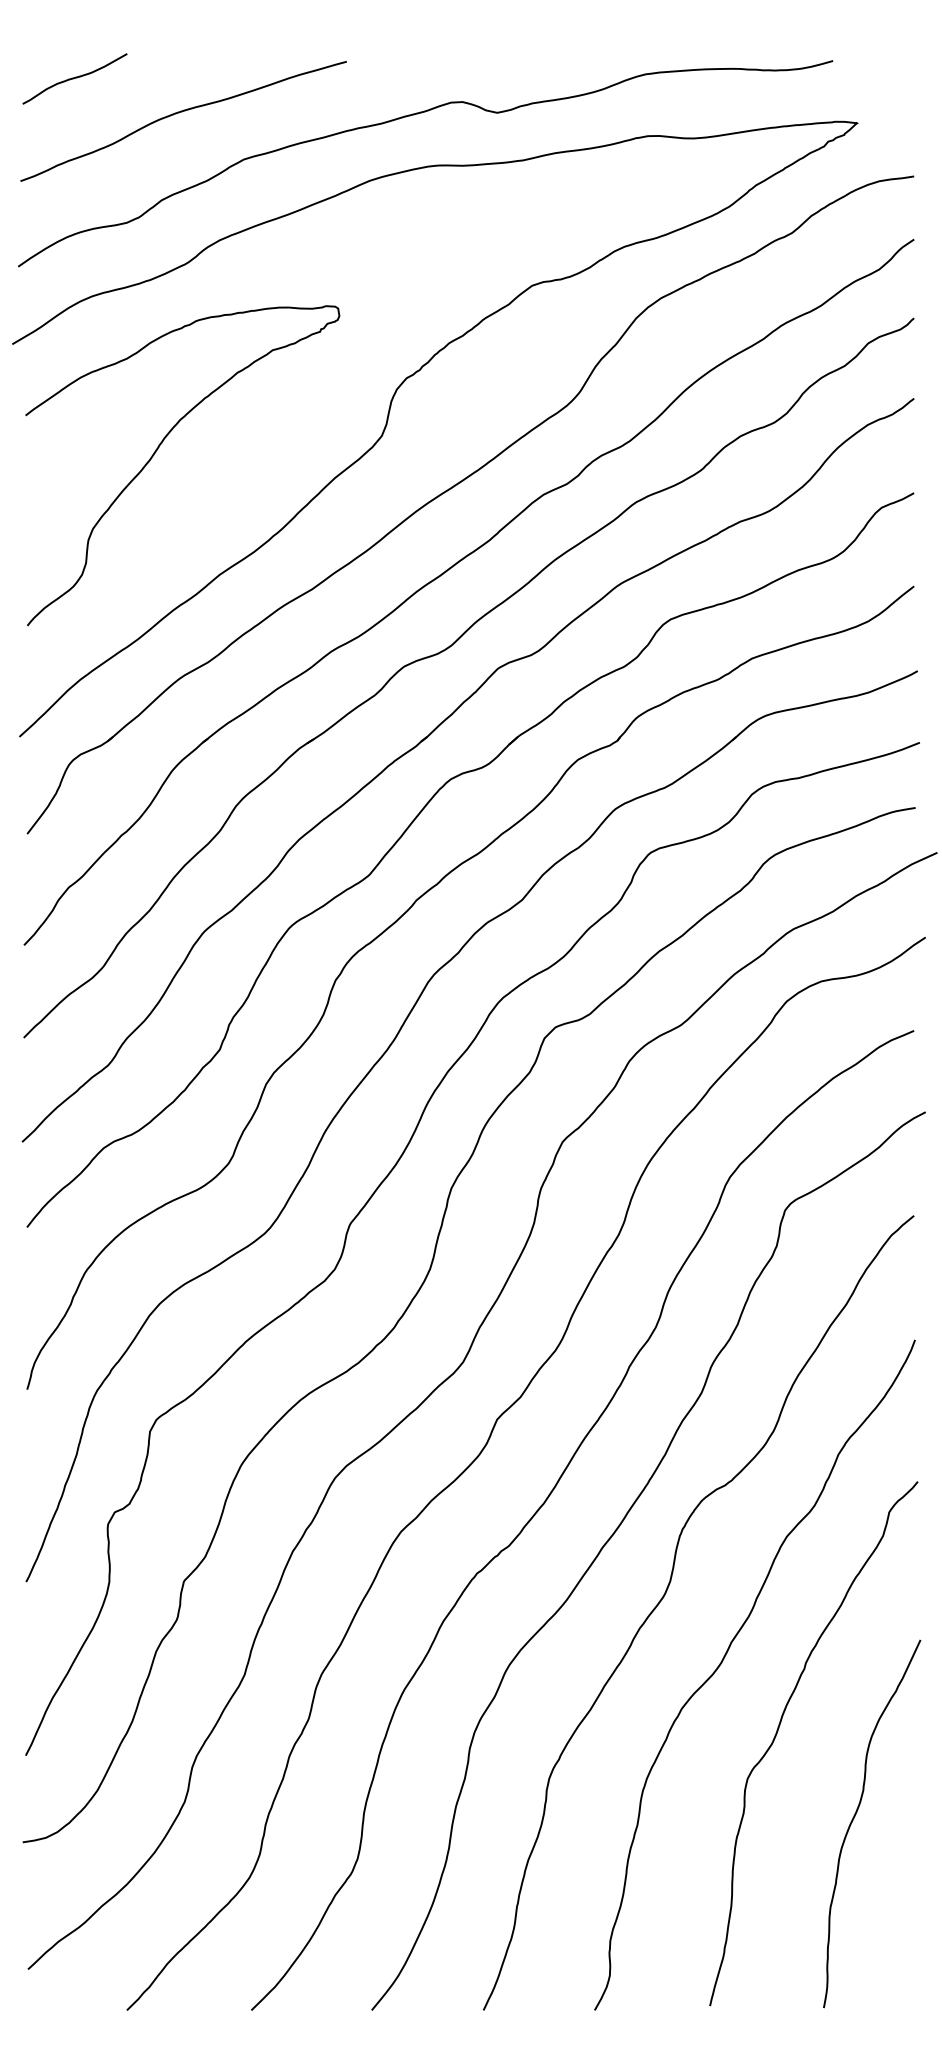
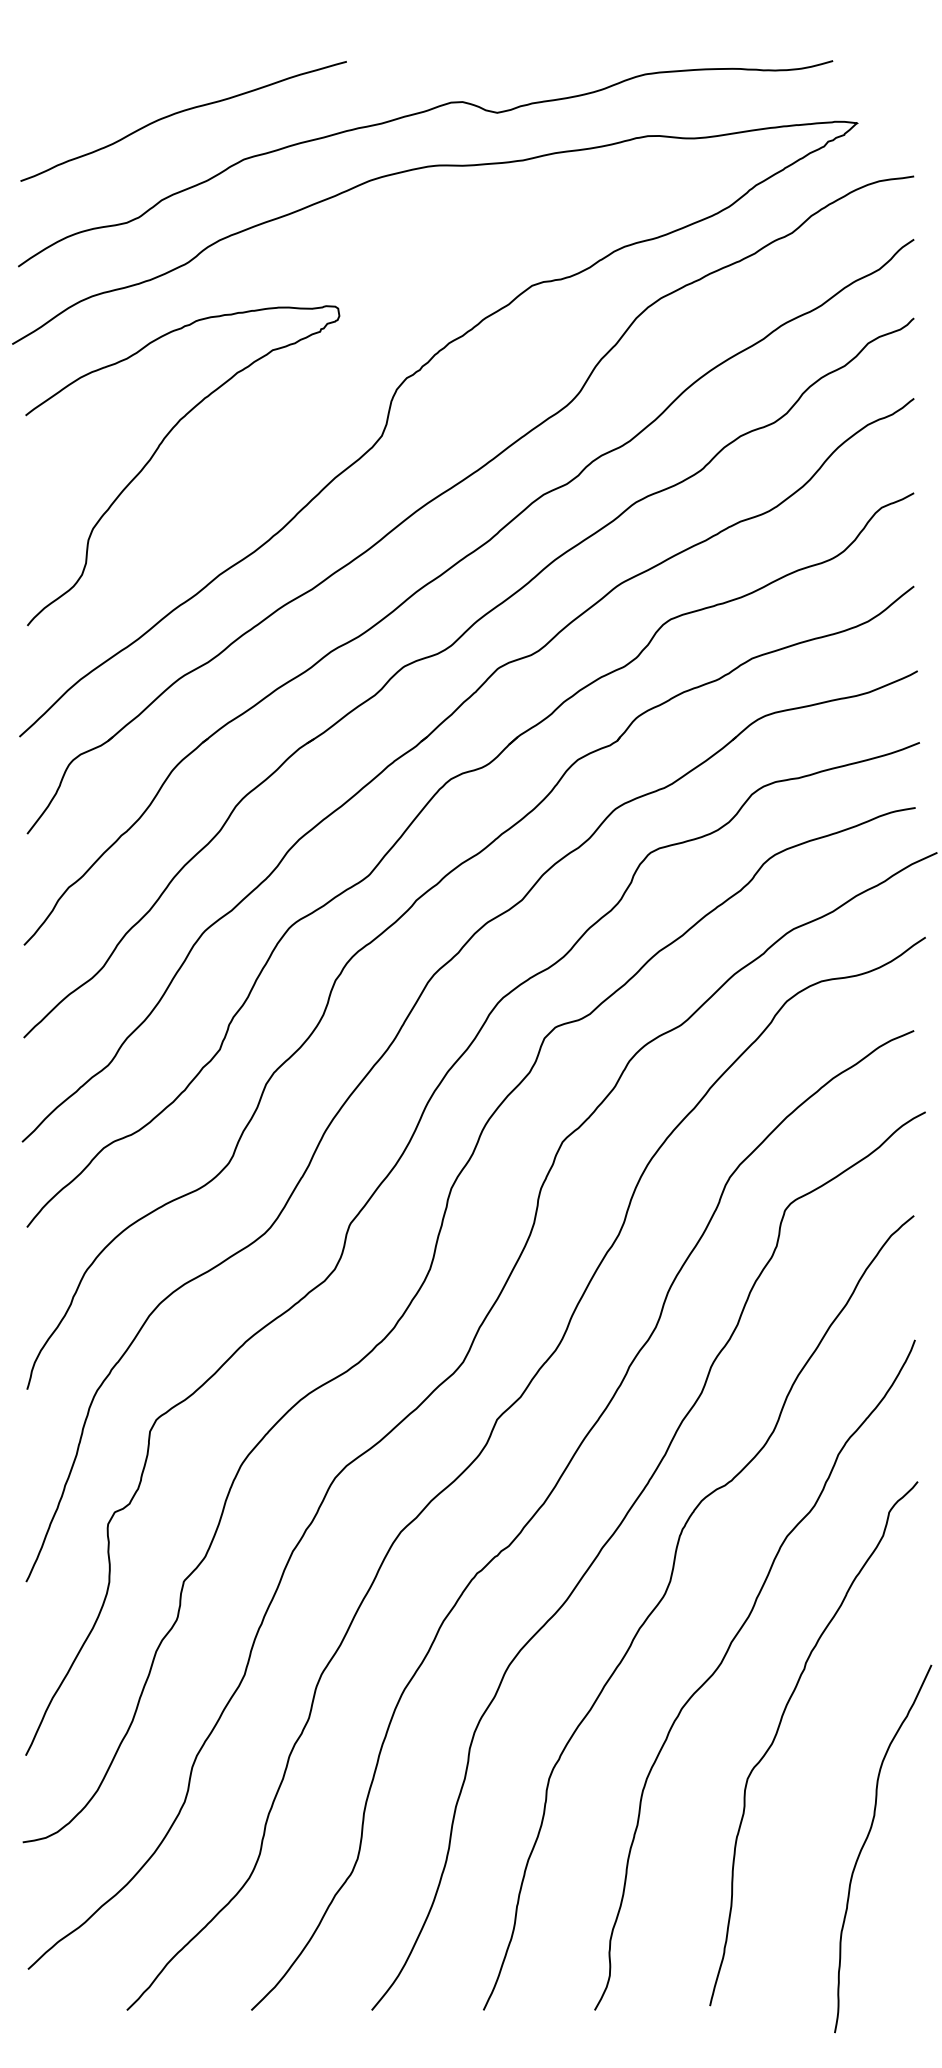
curve at (74, 78): present -> none
curve at (856, 1814) position: (856, 1814) -> (867, 1839)
